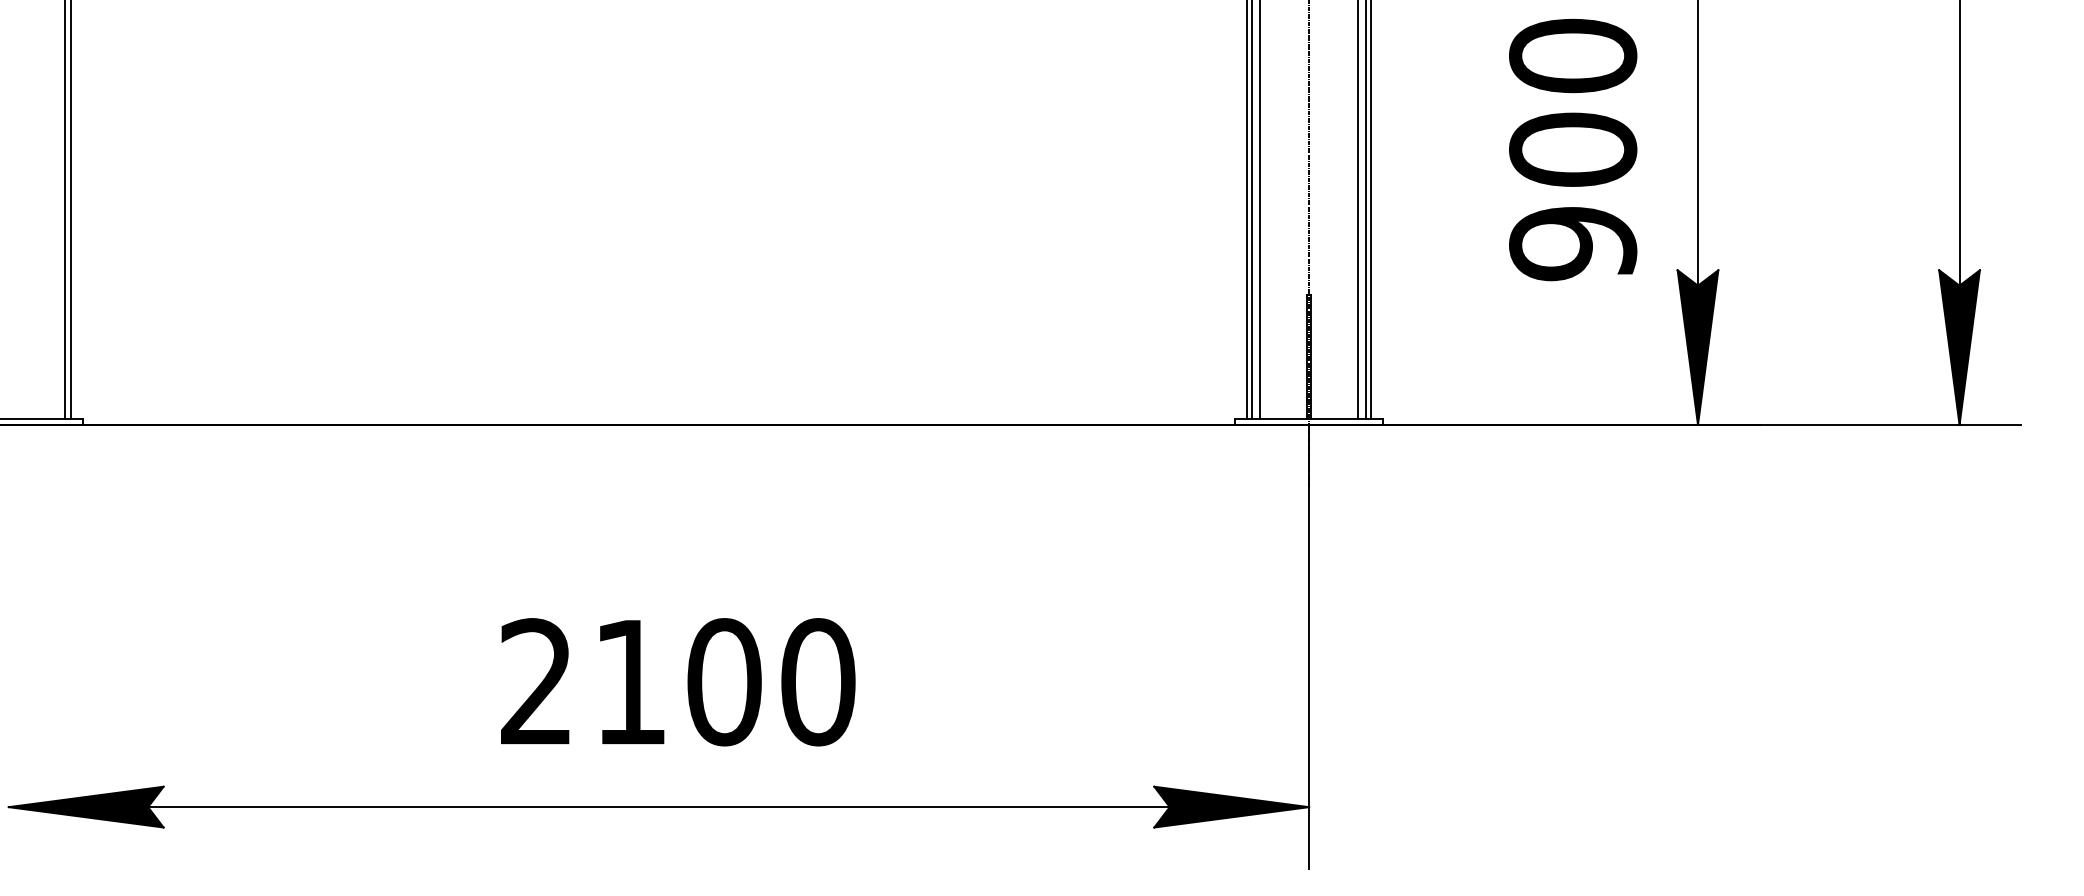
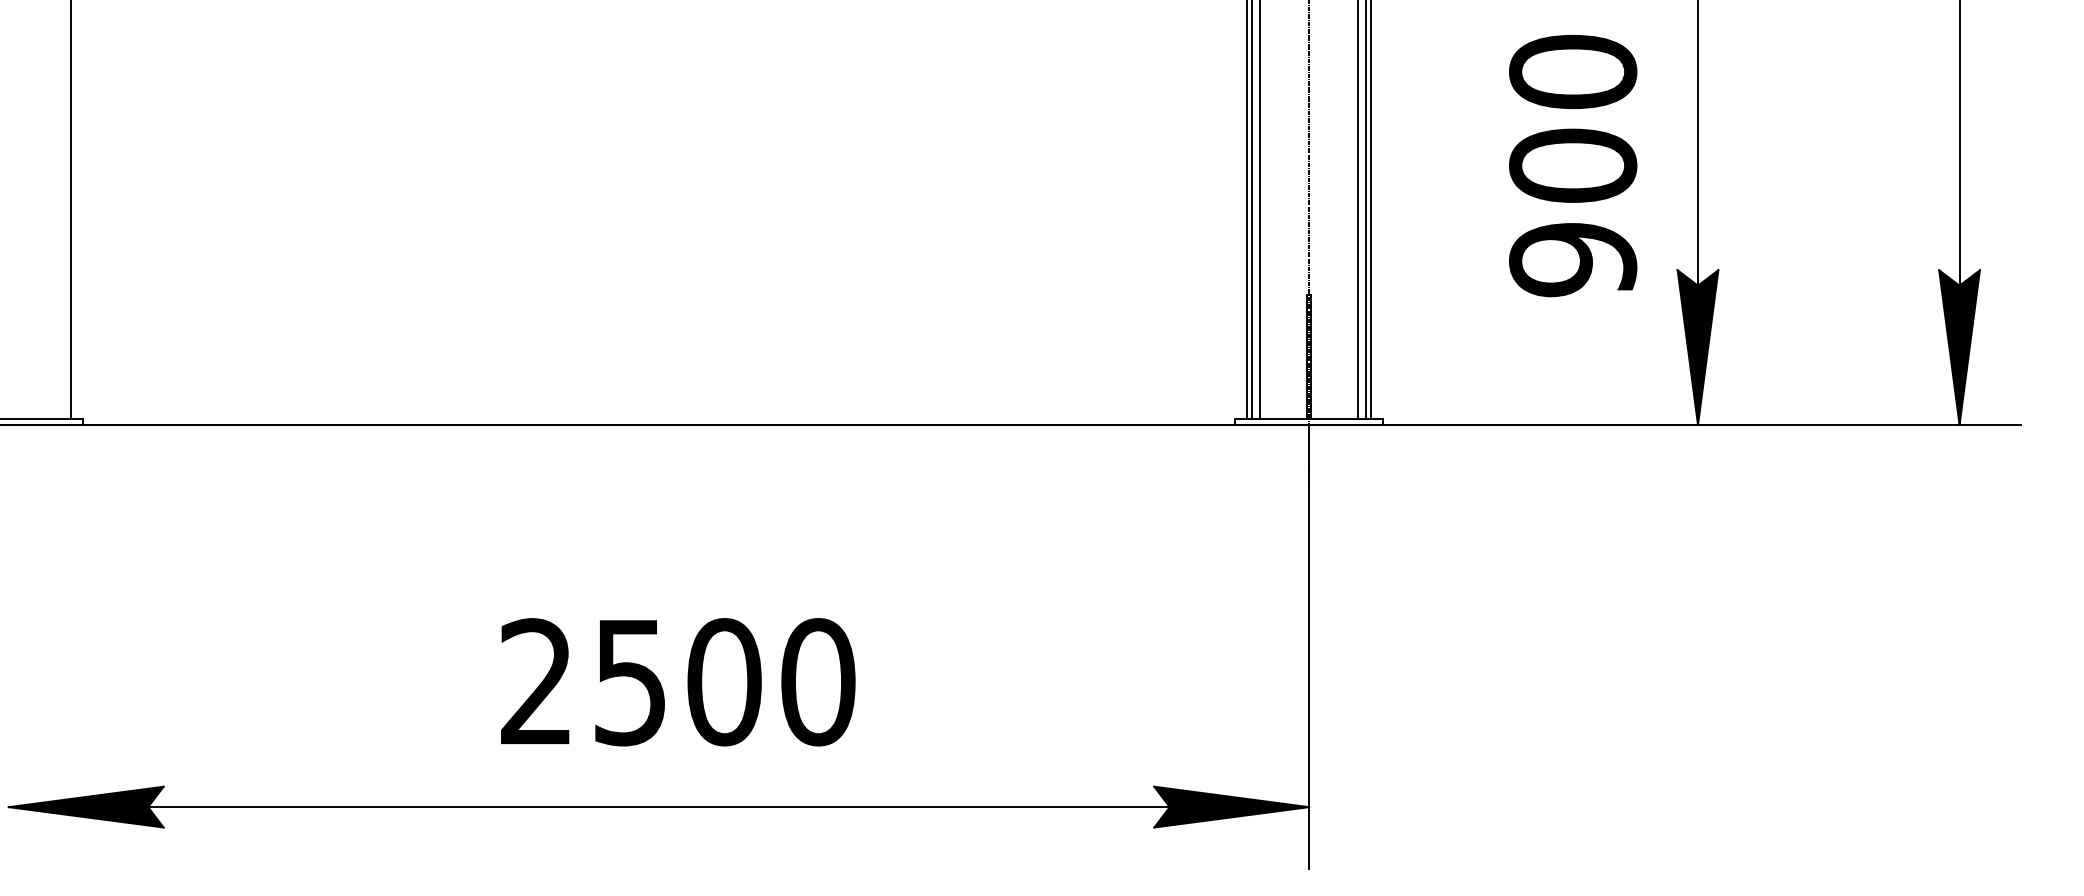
text at (1573, 149) position: (1573, 149) -> (1573, 165)
line at (65, 210): present -> none
text at (629, 683): 2100 -> 2500
